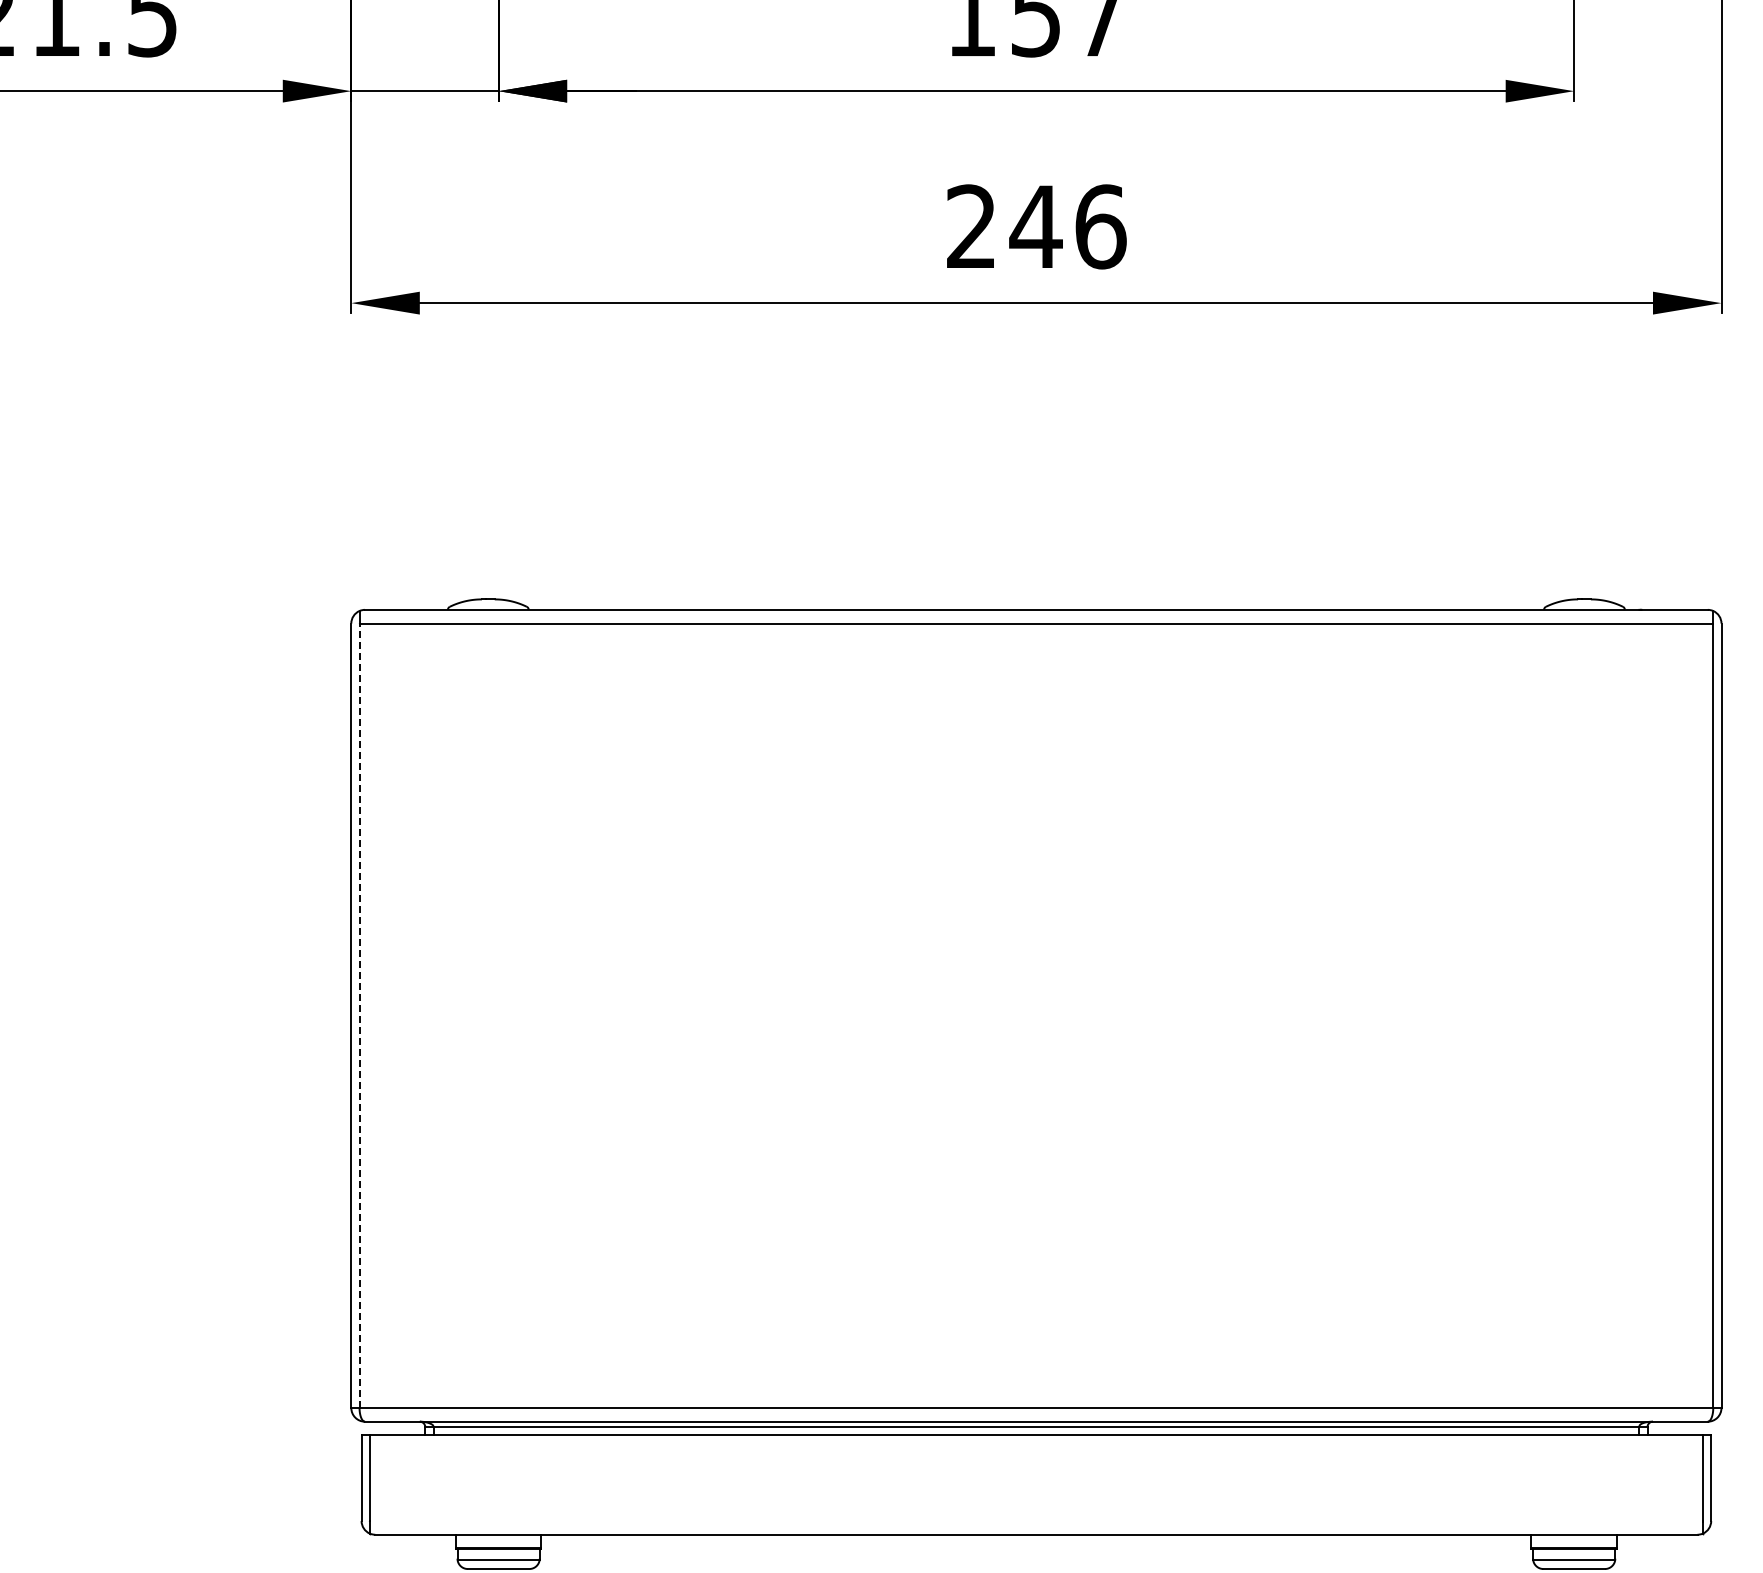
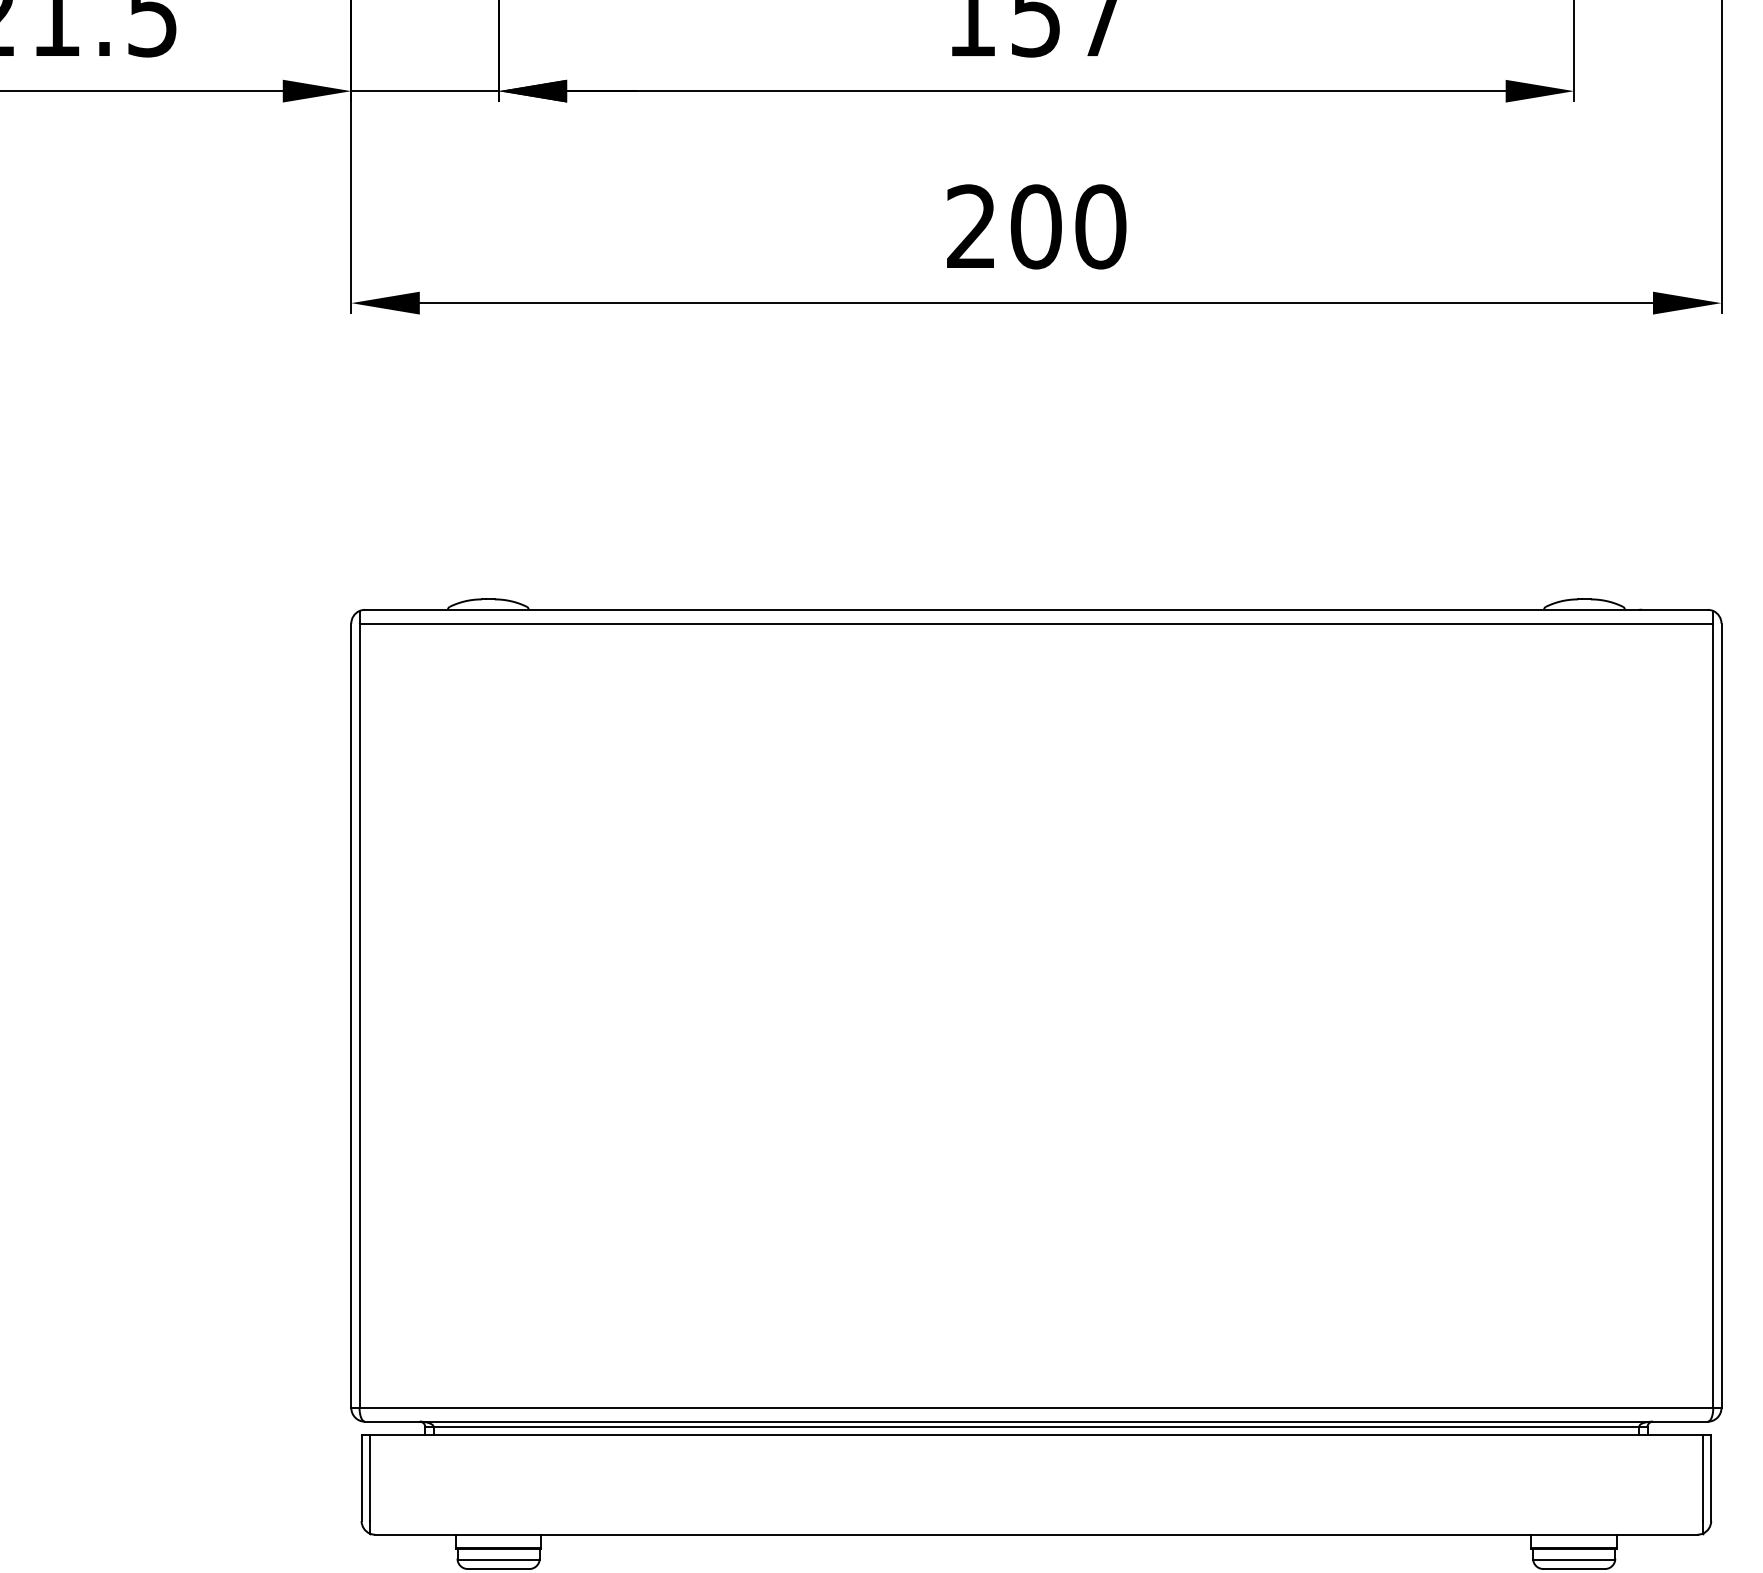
text at (1067, 226): 246 -> 200
line at (359, 1015): dashed -> solid
